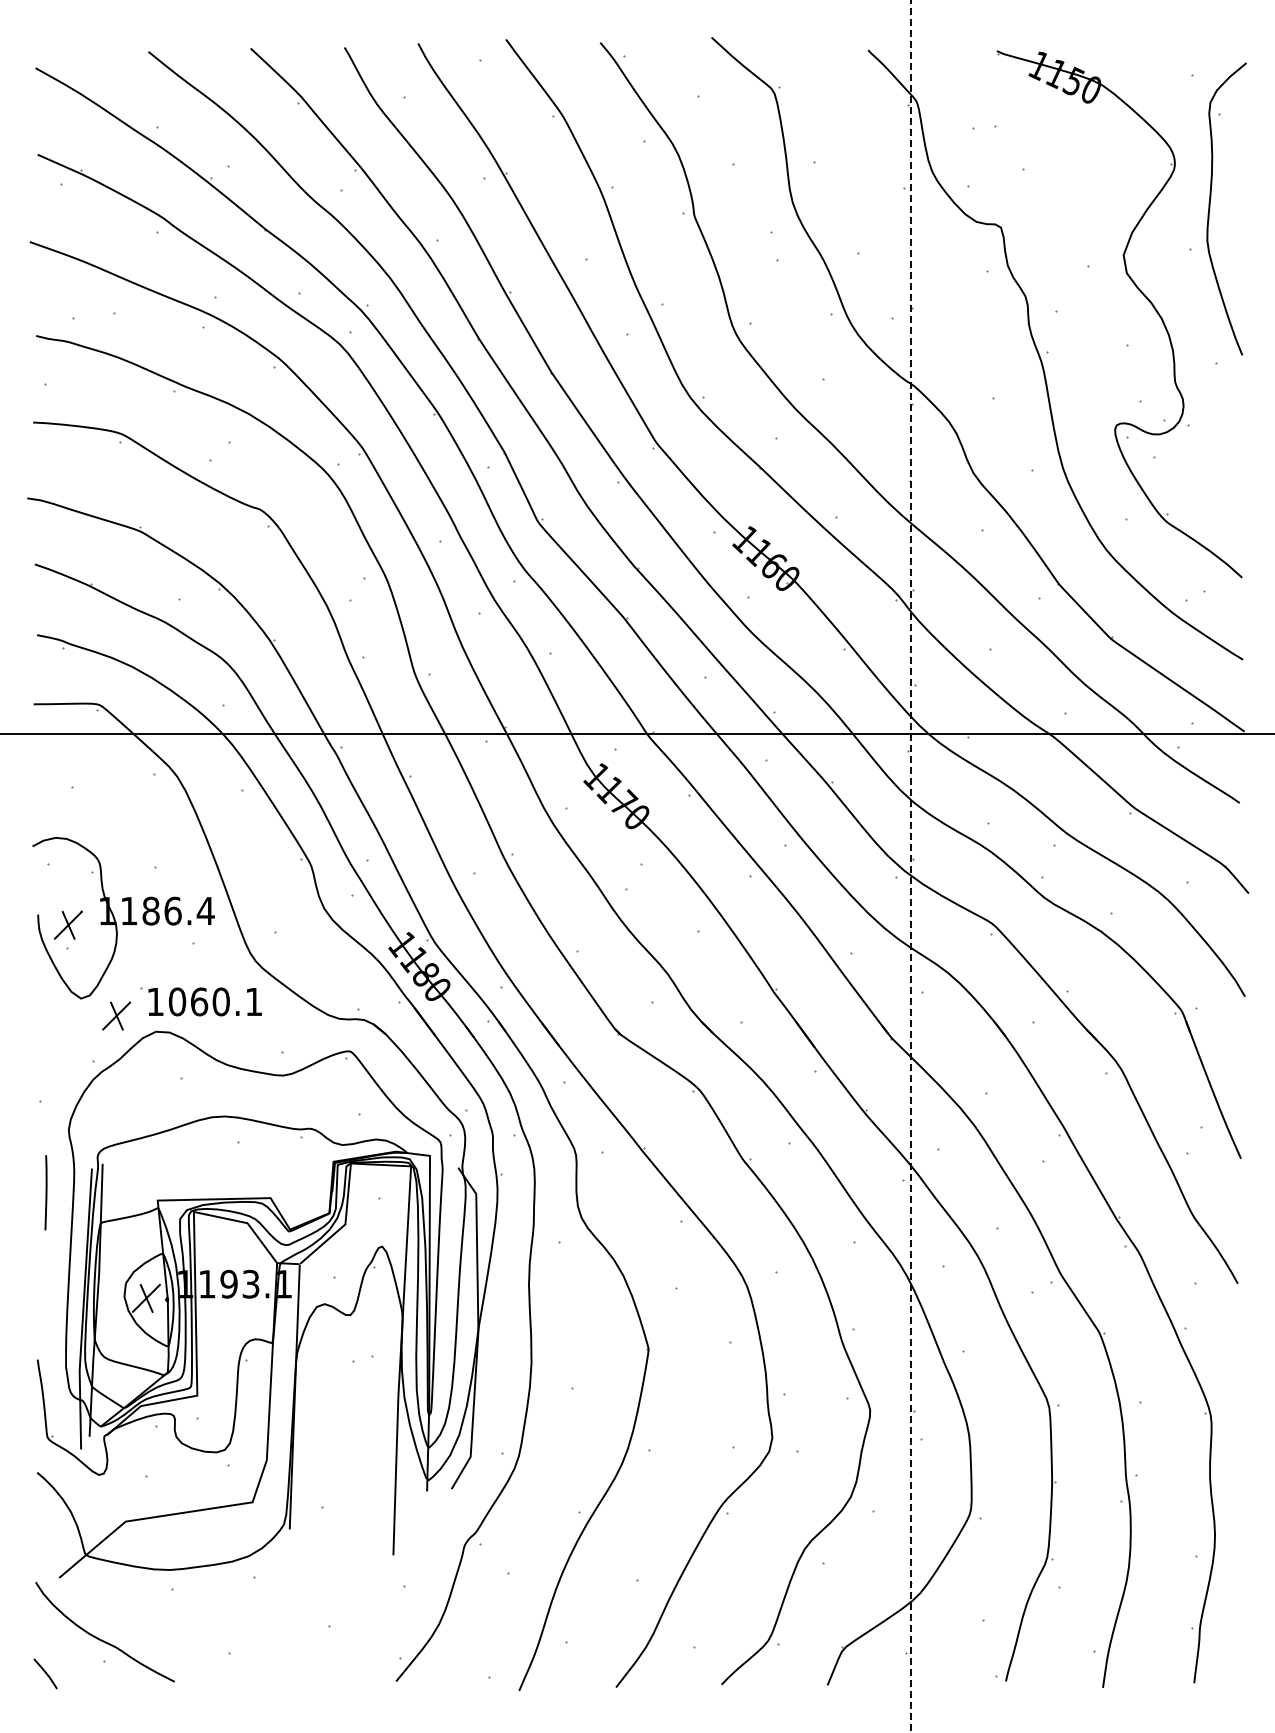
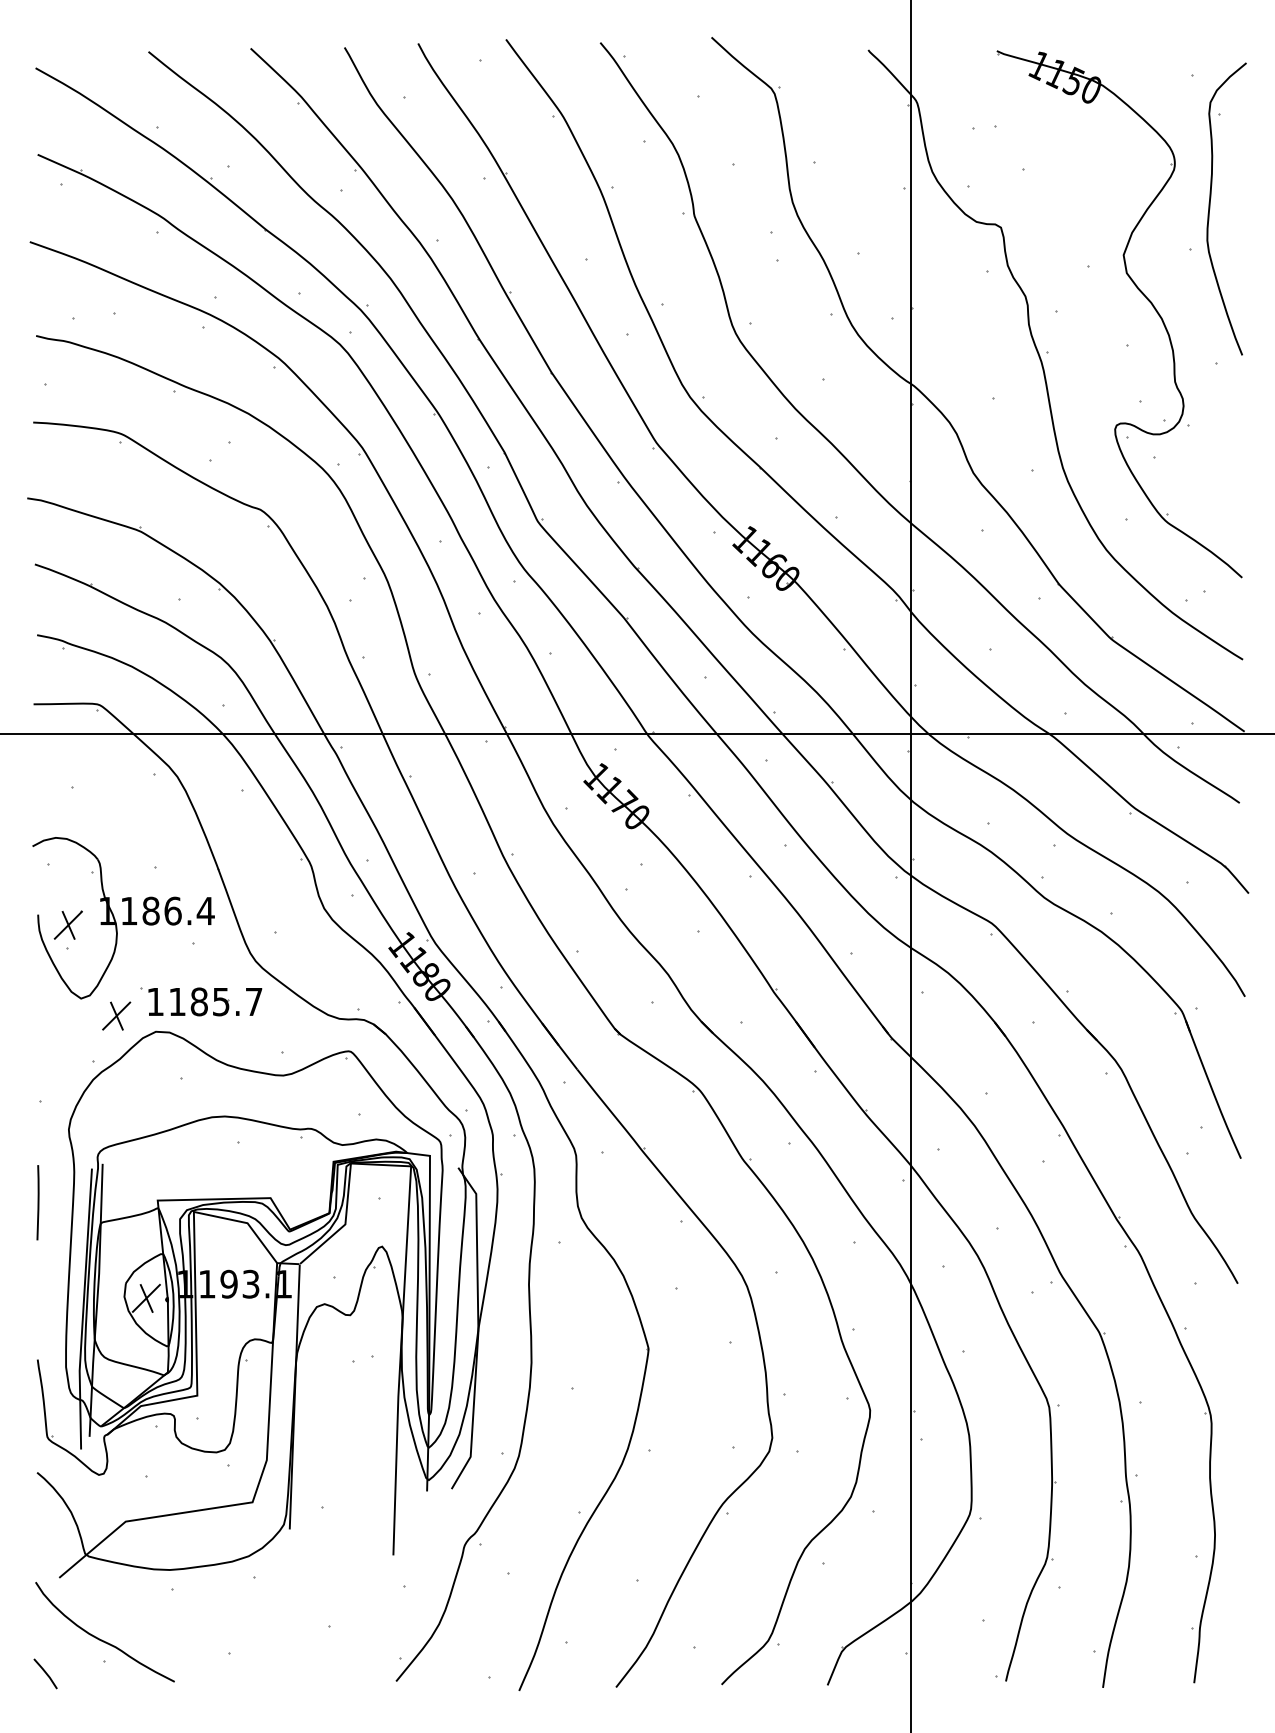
line at (910, 867): dashed -> solid
text at (215, 1001): 1060.1 -> 1185.7
line at (45, 1192) position: (45, 1192) -> (37, 1202)
